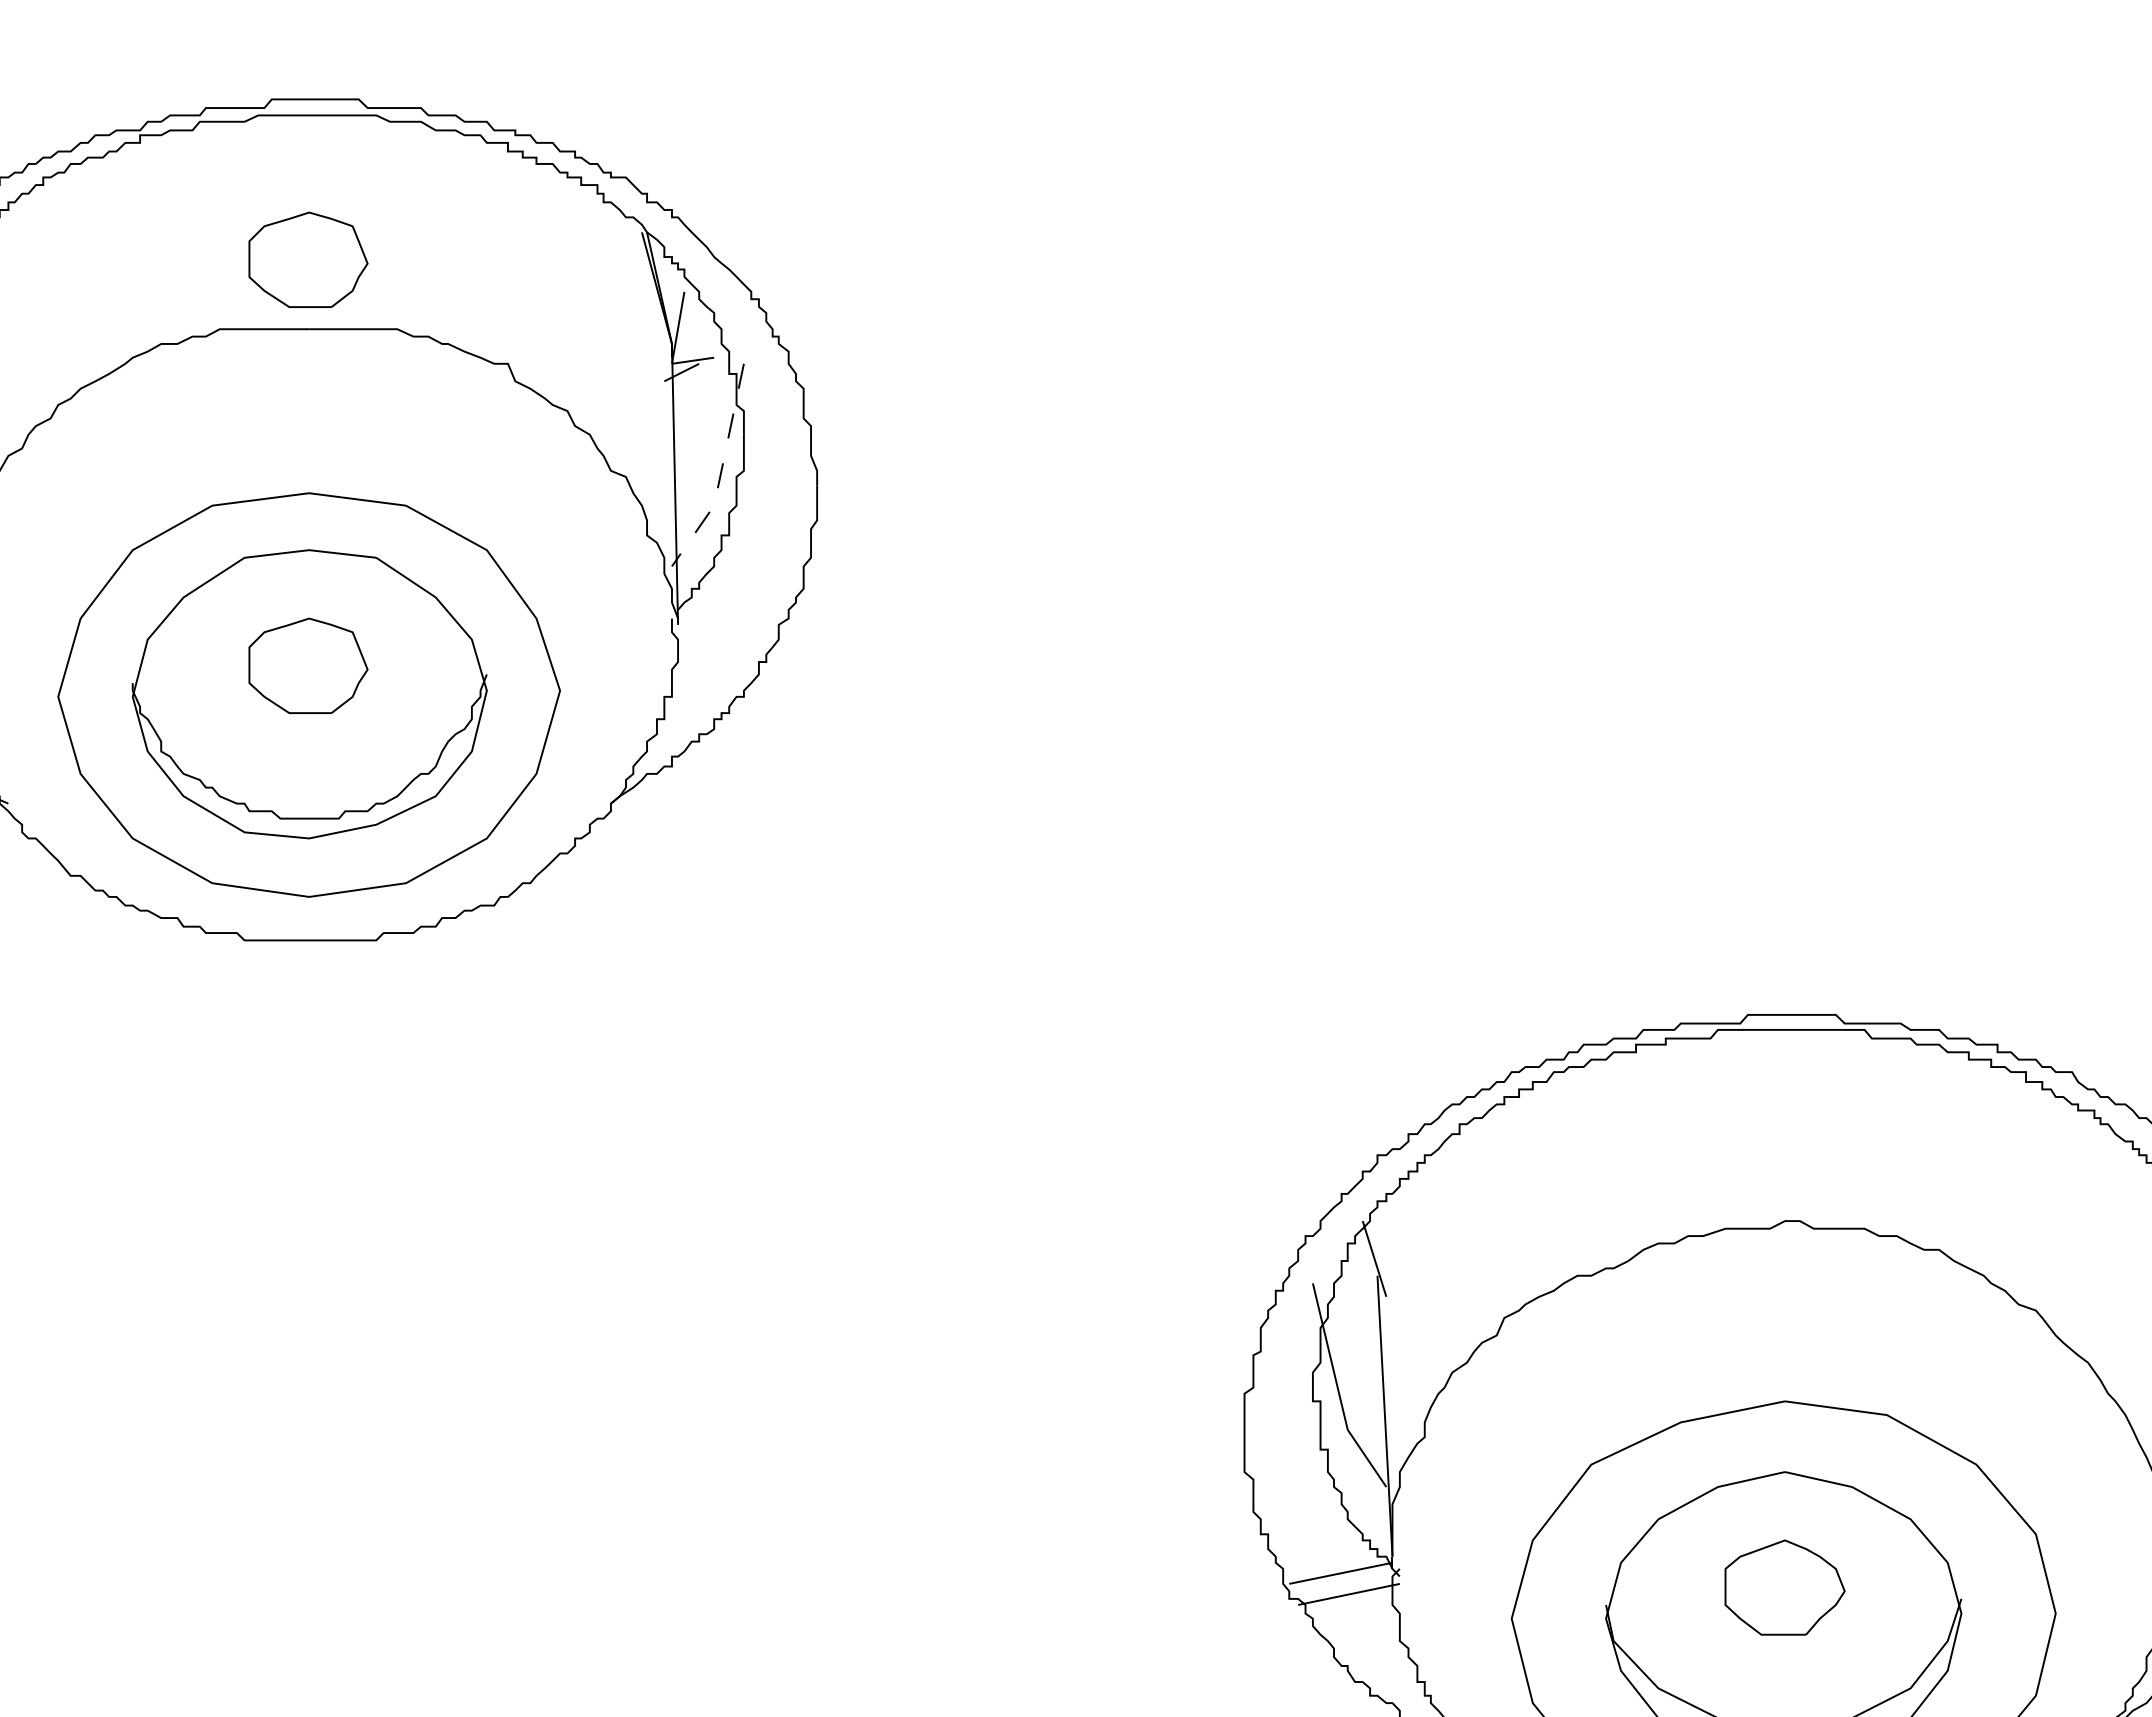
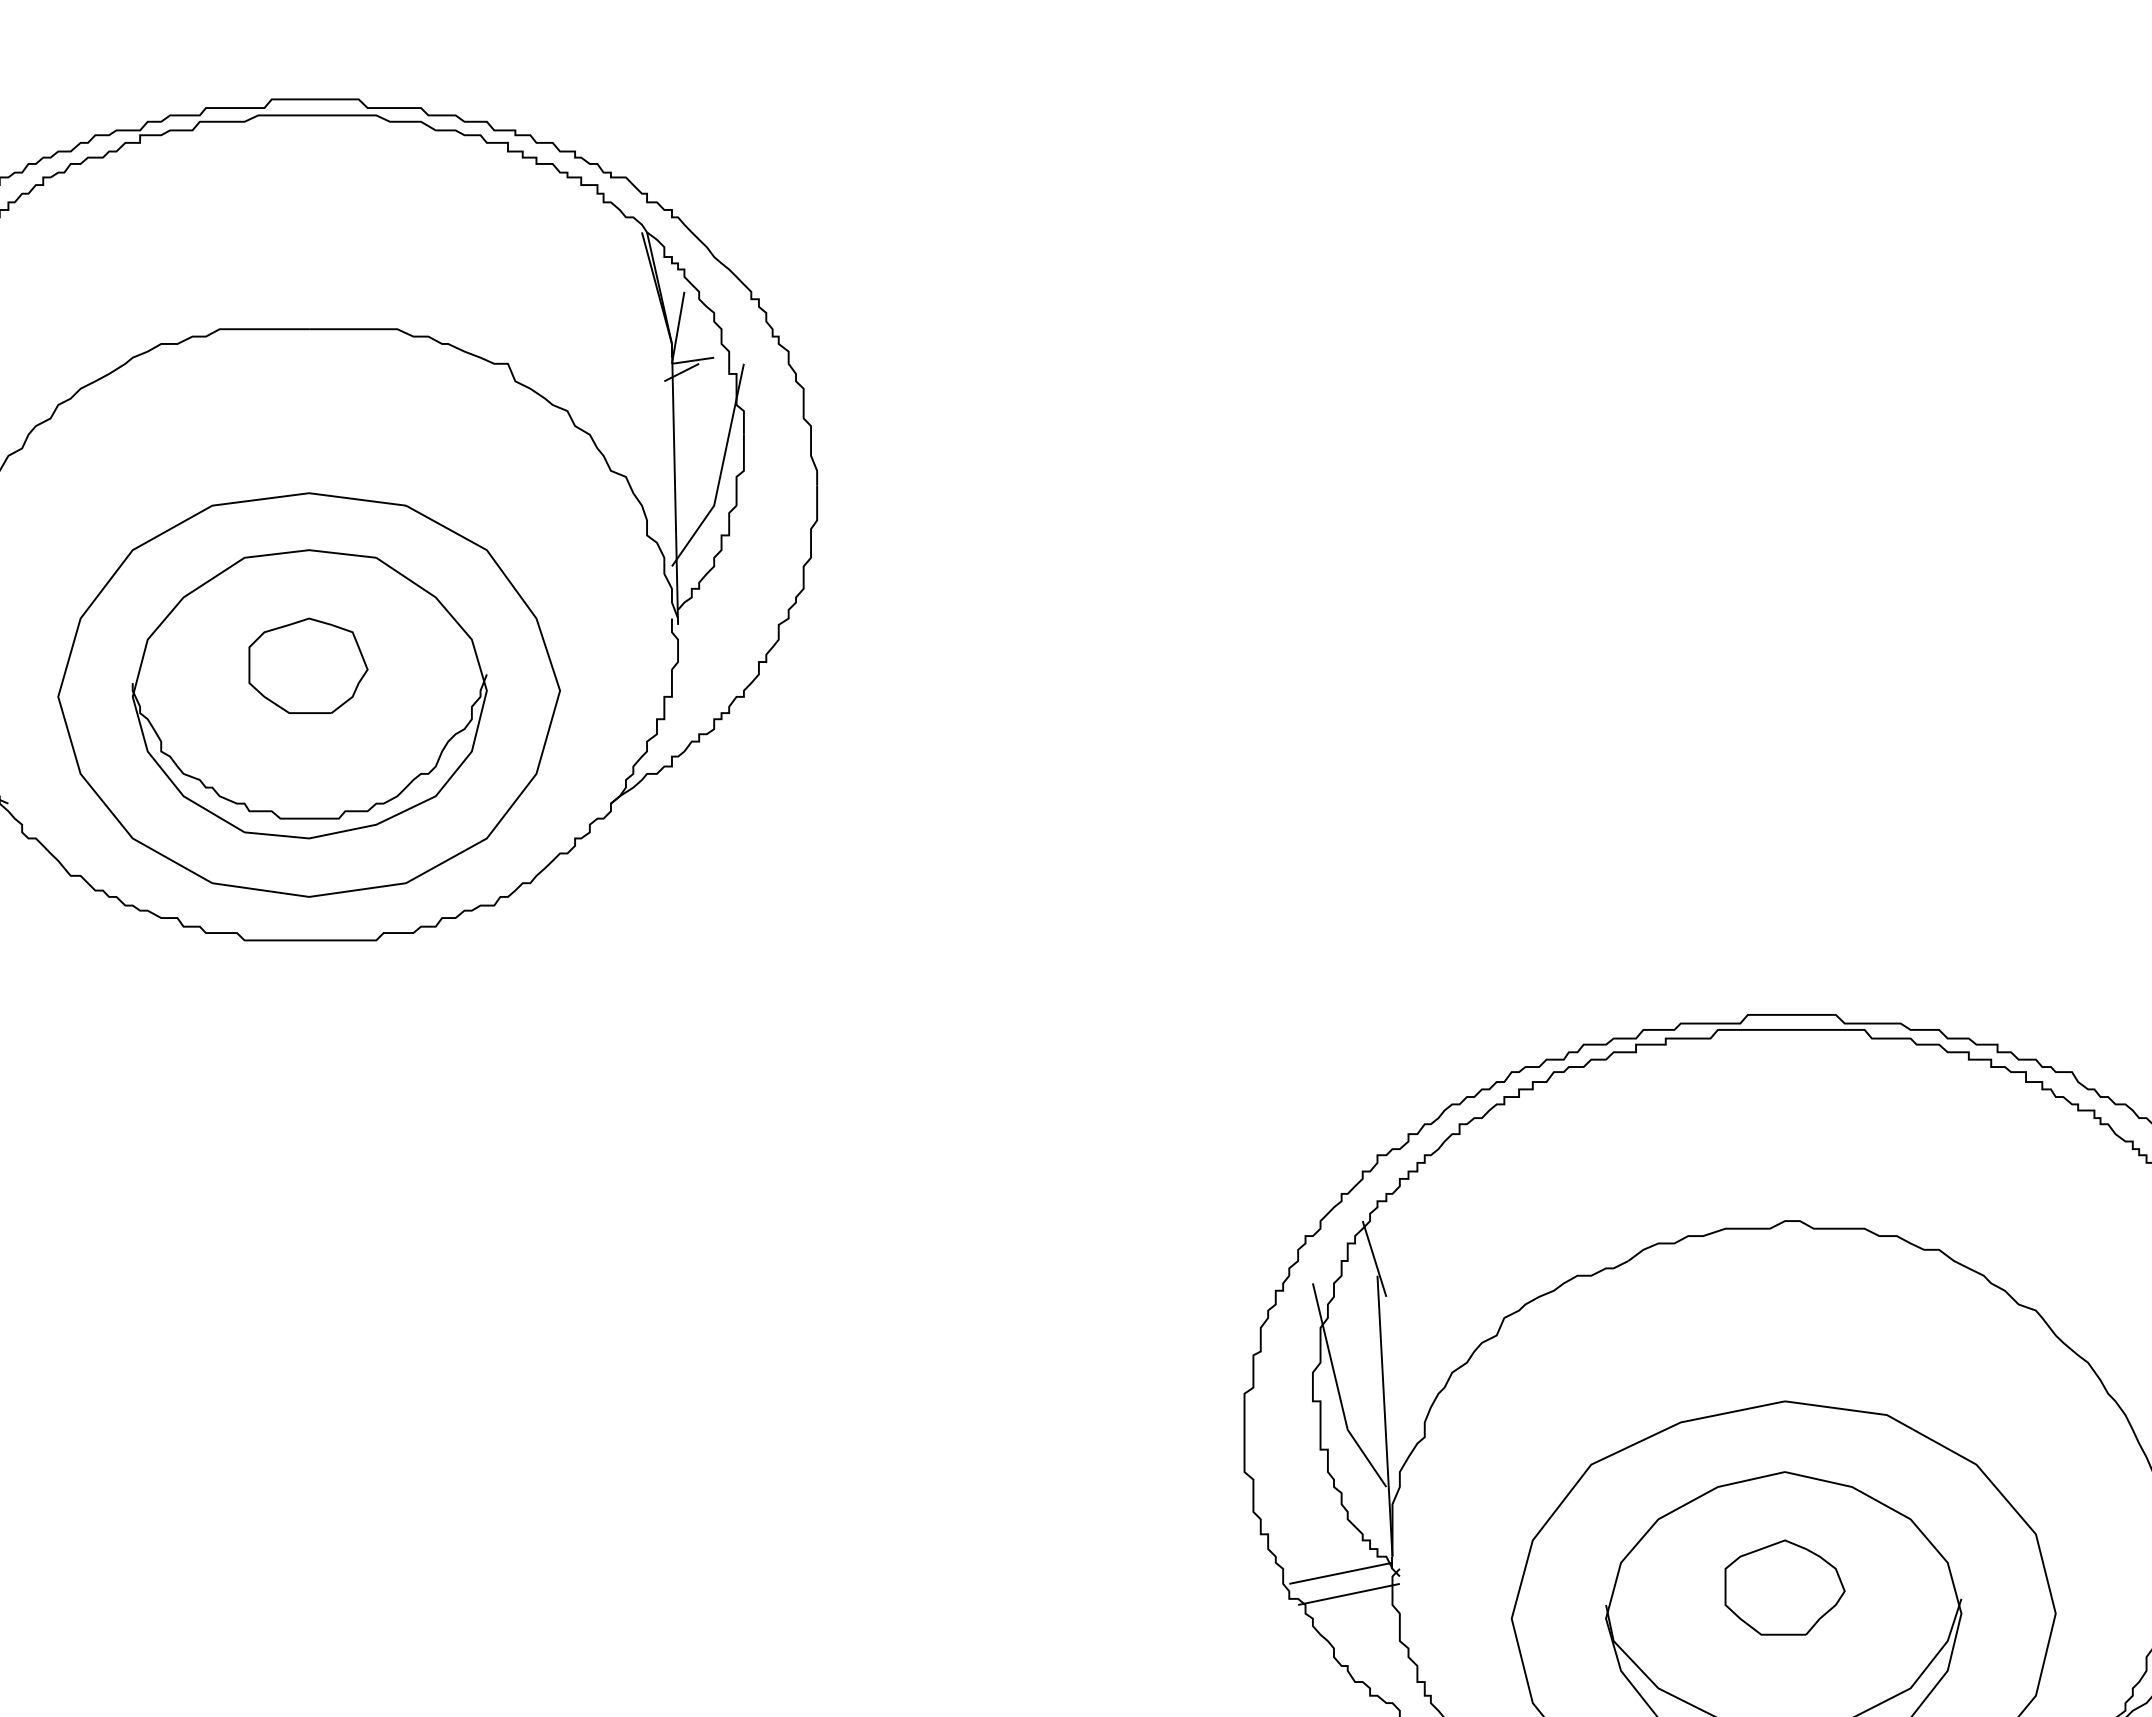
part at (308, 259): present -> none
line at (721, 471): dashed -> solid
